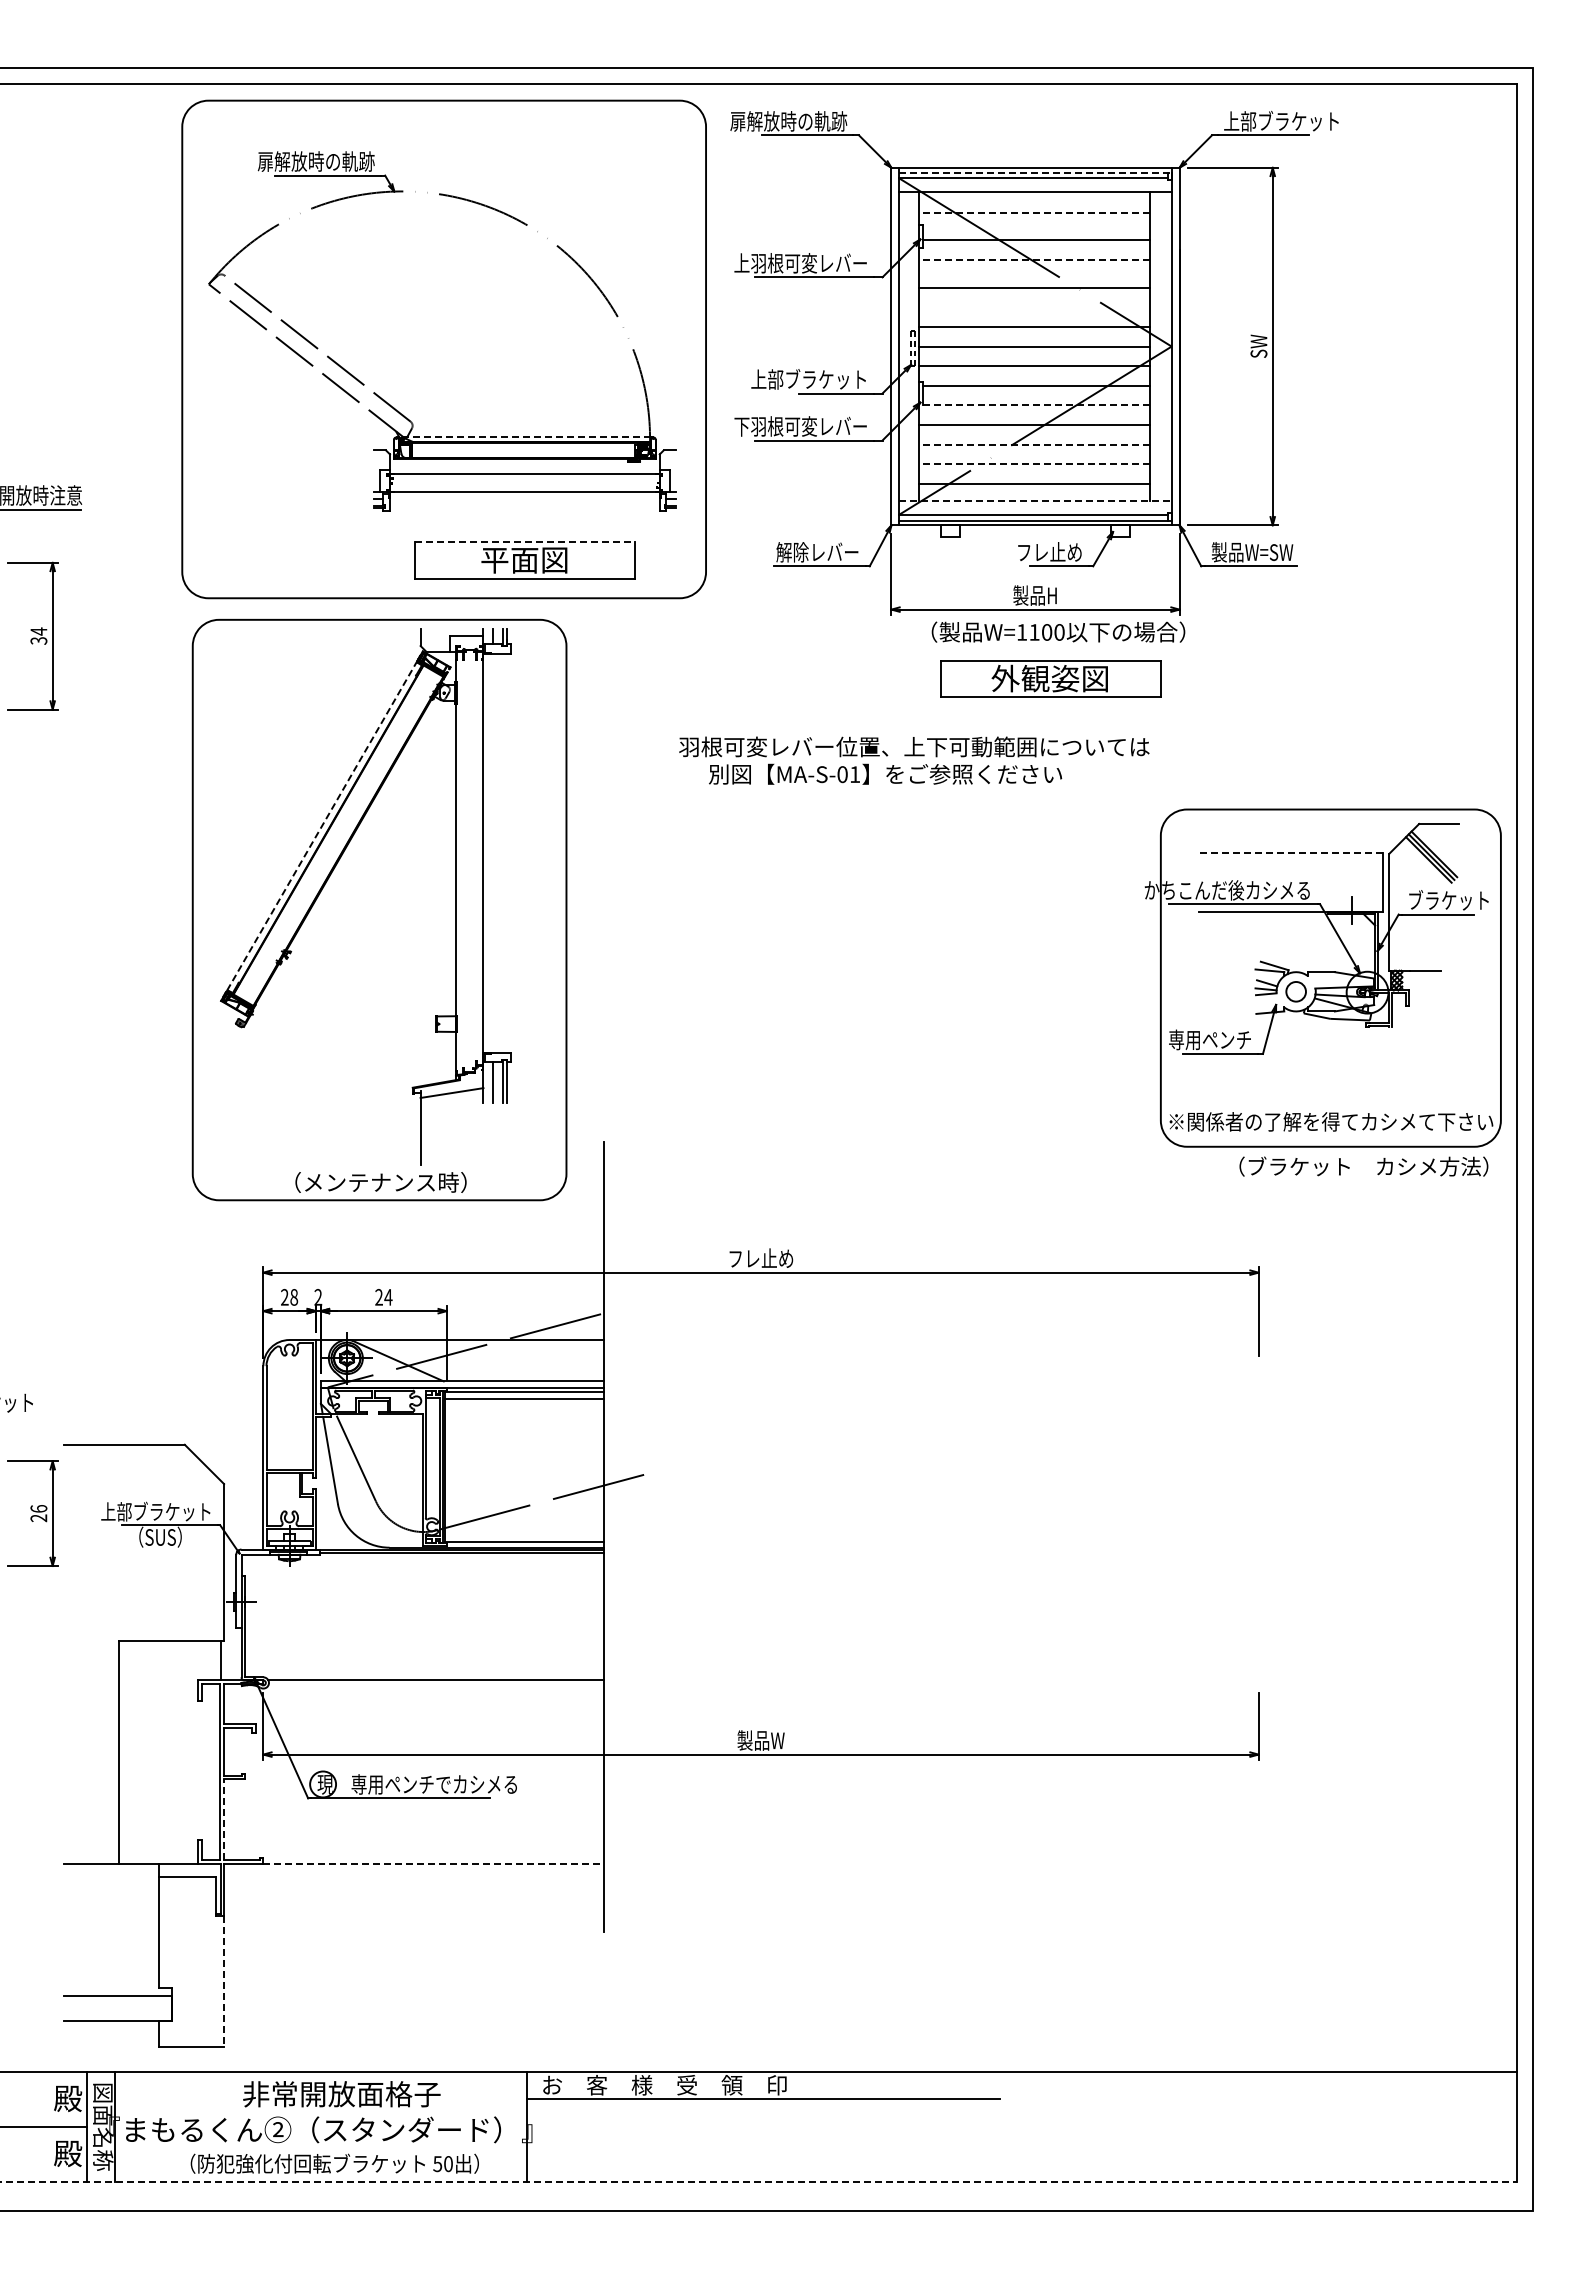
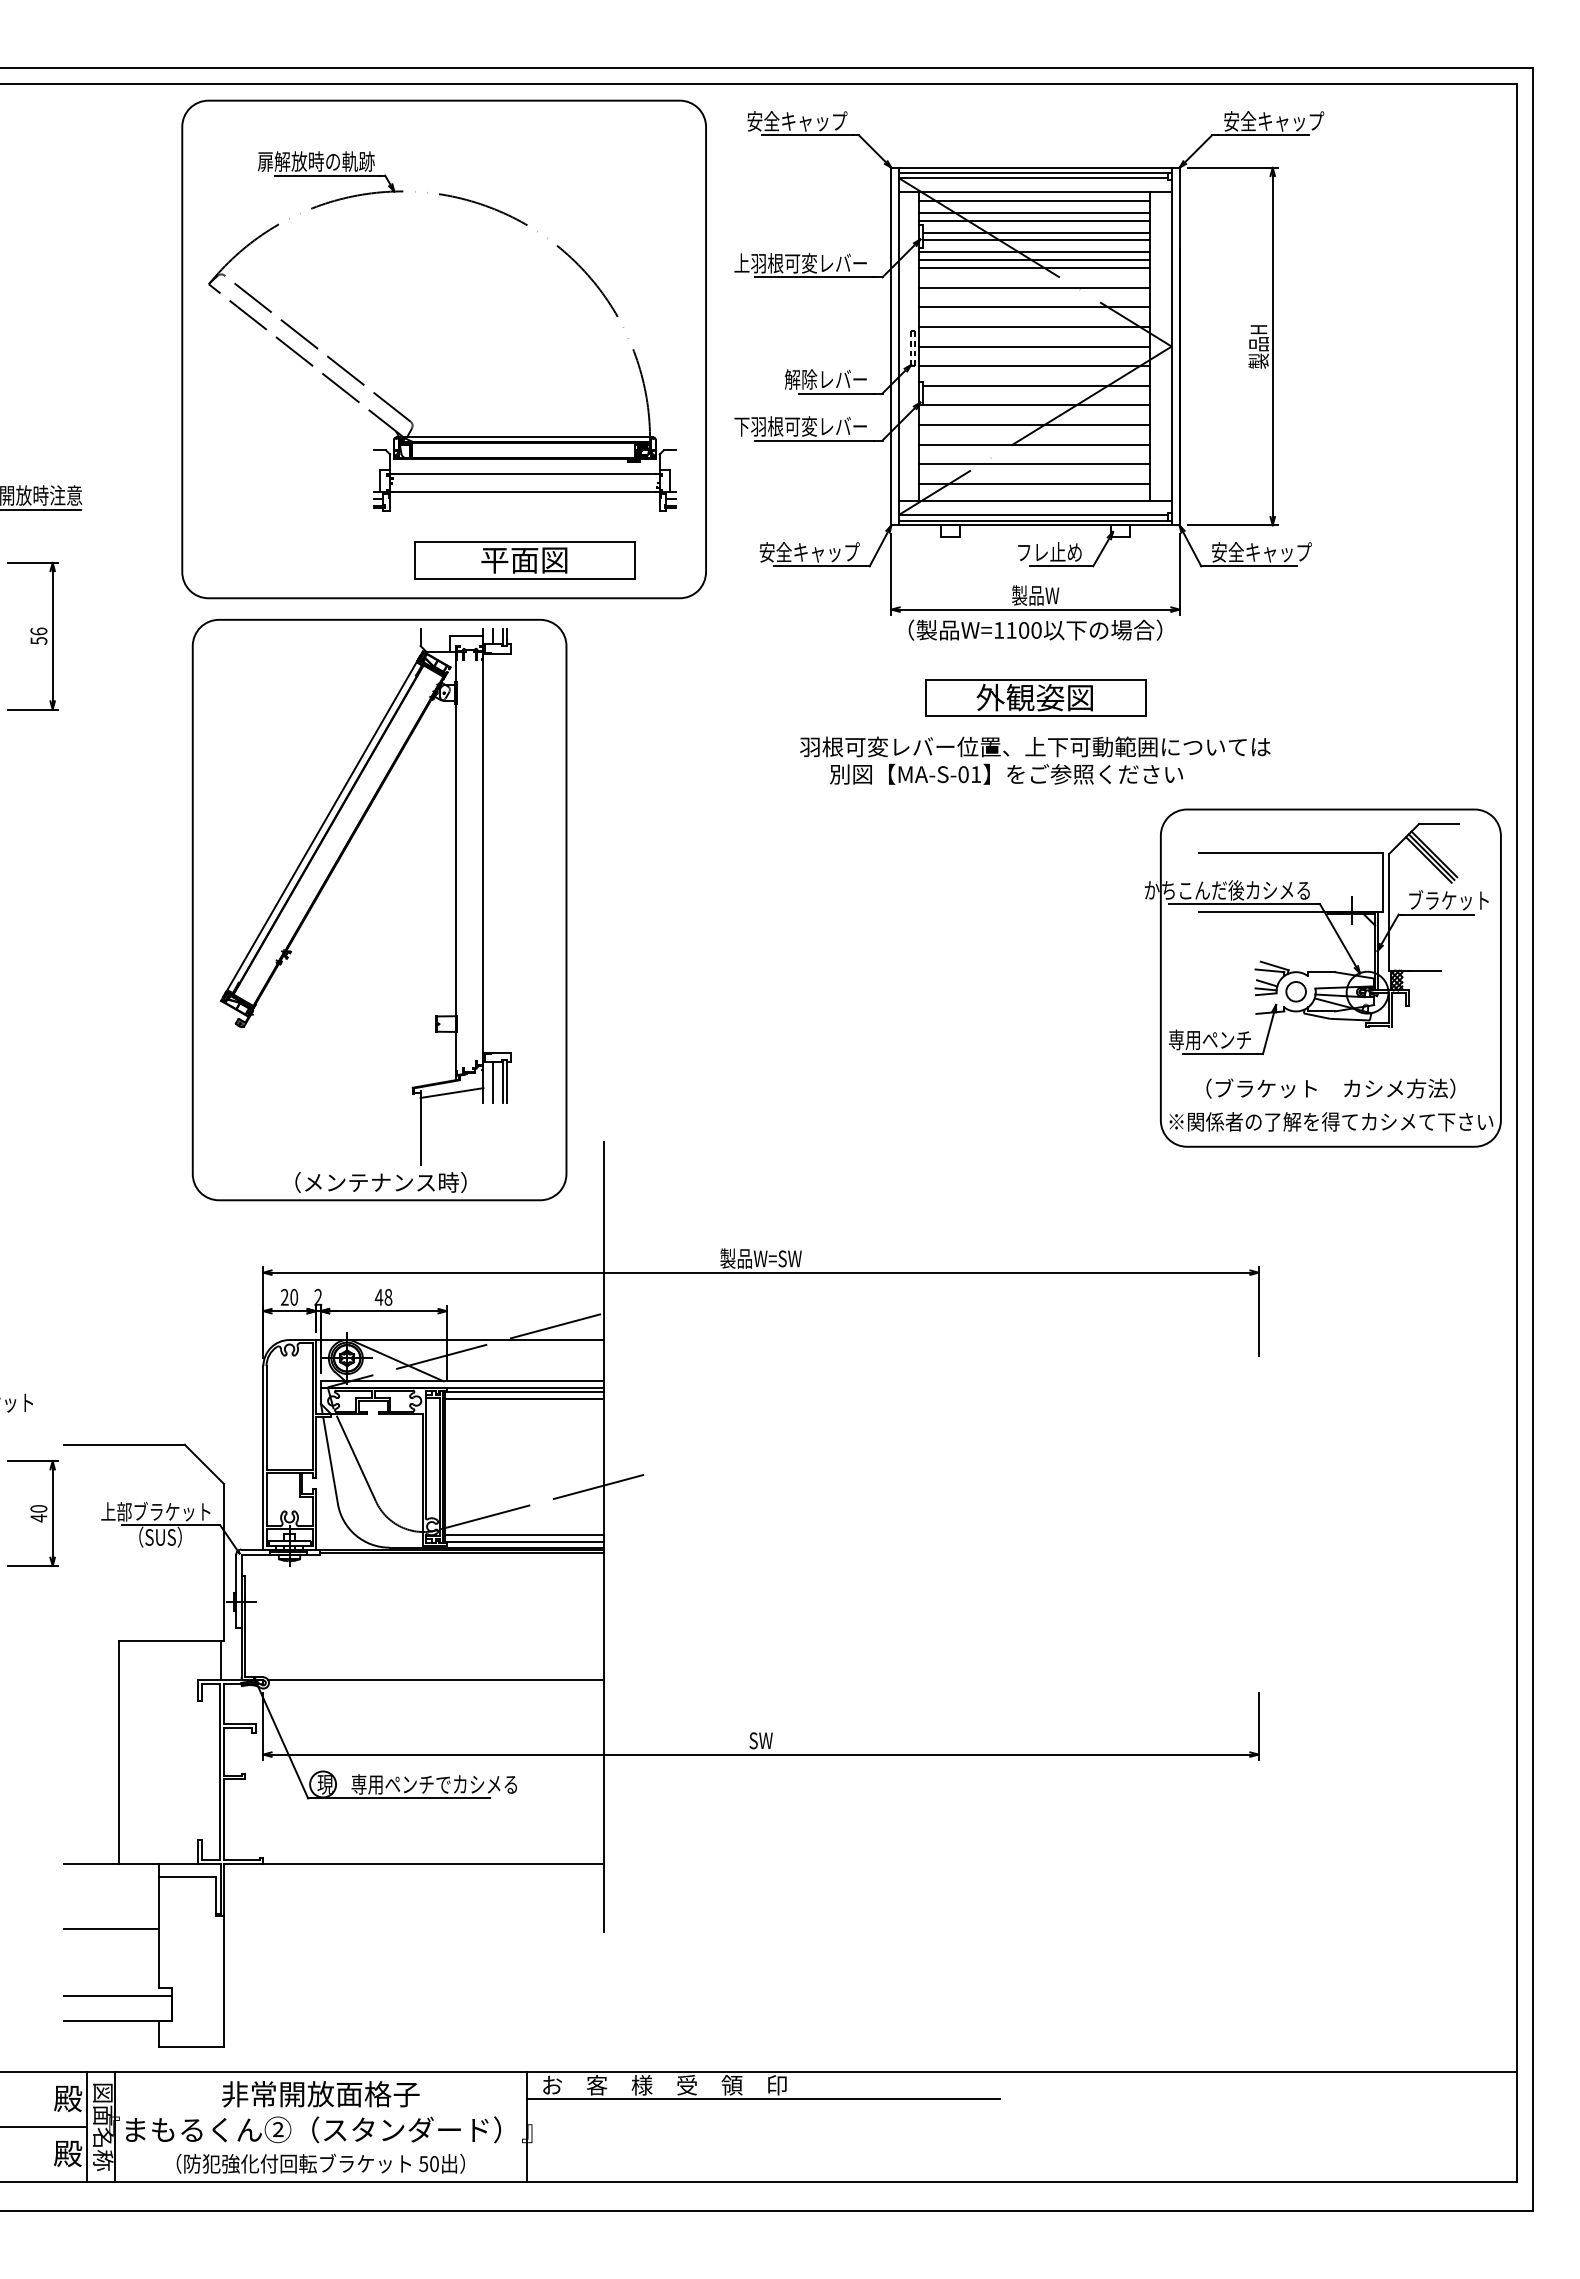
text at (1281, 120): 上部ブラケット -> 安全キャップ
text at (788, 121): 扉解放時の軌跡 -> 安全キャップ
line at (1036, 172): dashed -> solid
line at (1034, 201): none -> present
line at (1034, 213): dashed -> solid
line at (1034, 220): none -> present
line at (1036, 232): none -> present
line at (1034, 252): none -> present
line at (1034, 260): dashed -> solid
line at (1034, 268): none -> present
line at (1034, 307): none -> present
text at (1258, 346): SW -> 製品H
text at (808, 379): 上部ブラケット -> 解除レバー
line at (1034, 405): dashed -> solid
line at (524, 437): dashed -> solid
line at (1034, 444): dashed -> solid
line at (1034, 464): dashed -> solid
line at (1036, 500): dashed -> solid
line at (524, 542): dashed -> solid
text at (809, 552): 解除レバー -> 安全キャップ
text at (1261, 552): 製品W=SW -> 安全キャップ
text at (1035, 595): 製品H -> 製品W
text at (1058, 631) position: (1058, 631) -> (1035, 629)
text at (38, 635): 34 -> 56
part at (1050, 678) position: (1050, 678) -> (1035, 697)
text at (914, 760) position: (914, 760) -> (1035, 760)
line at (321, 826): dashed -> solid
line at (1290, 852): dashed -> solid
text at (1363, 1166) position: (1363, 1166) -> (1330, 1088)
text at (760, 1258): フレ止め -> 製品W=SW
text at (294, 1297): 28 -> 20
text at (383, 1297): 24 -> 48
text at (38, 1513): 26 -> 40
line at (523, 1534): none -> present
text at (760, 1740): 製品W -> SW
line at (224, 1819): dashed -> solid
line at (434, 1863): dashed -> solid
line at (111, 1929): none -> present
line at (224, 1982): dashed -> solid
text at (341, 2094) position: (341, 2094) -> (320, 2094)
text at (334, 2163) position: (334, 2163) -> (320, 2163)
line at (759, 2181): dashed -> solid
